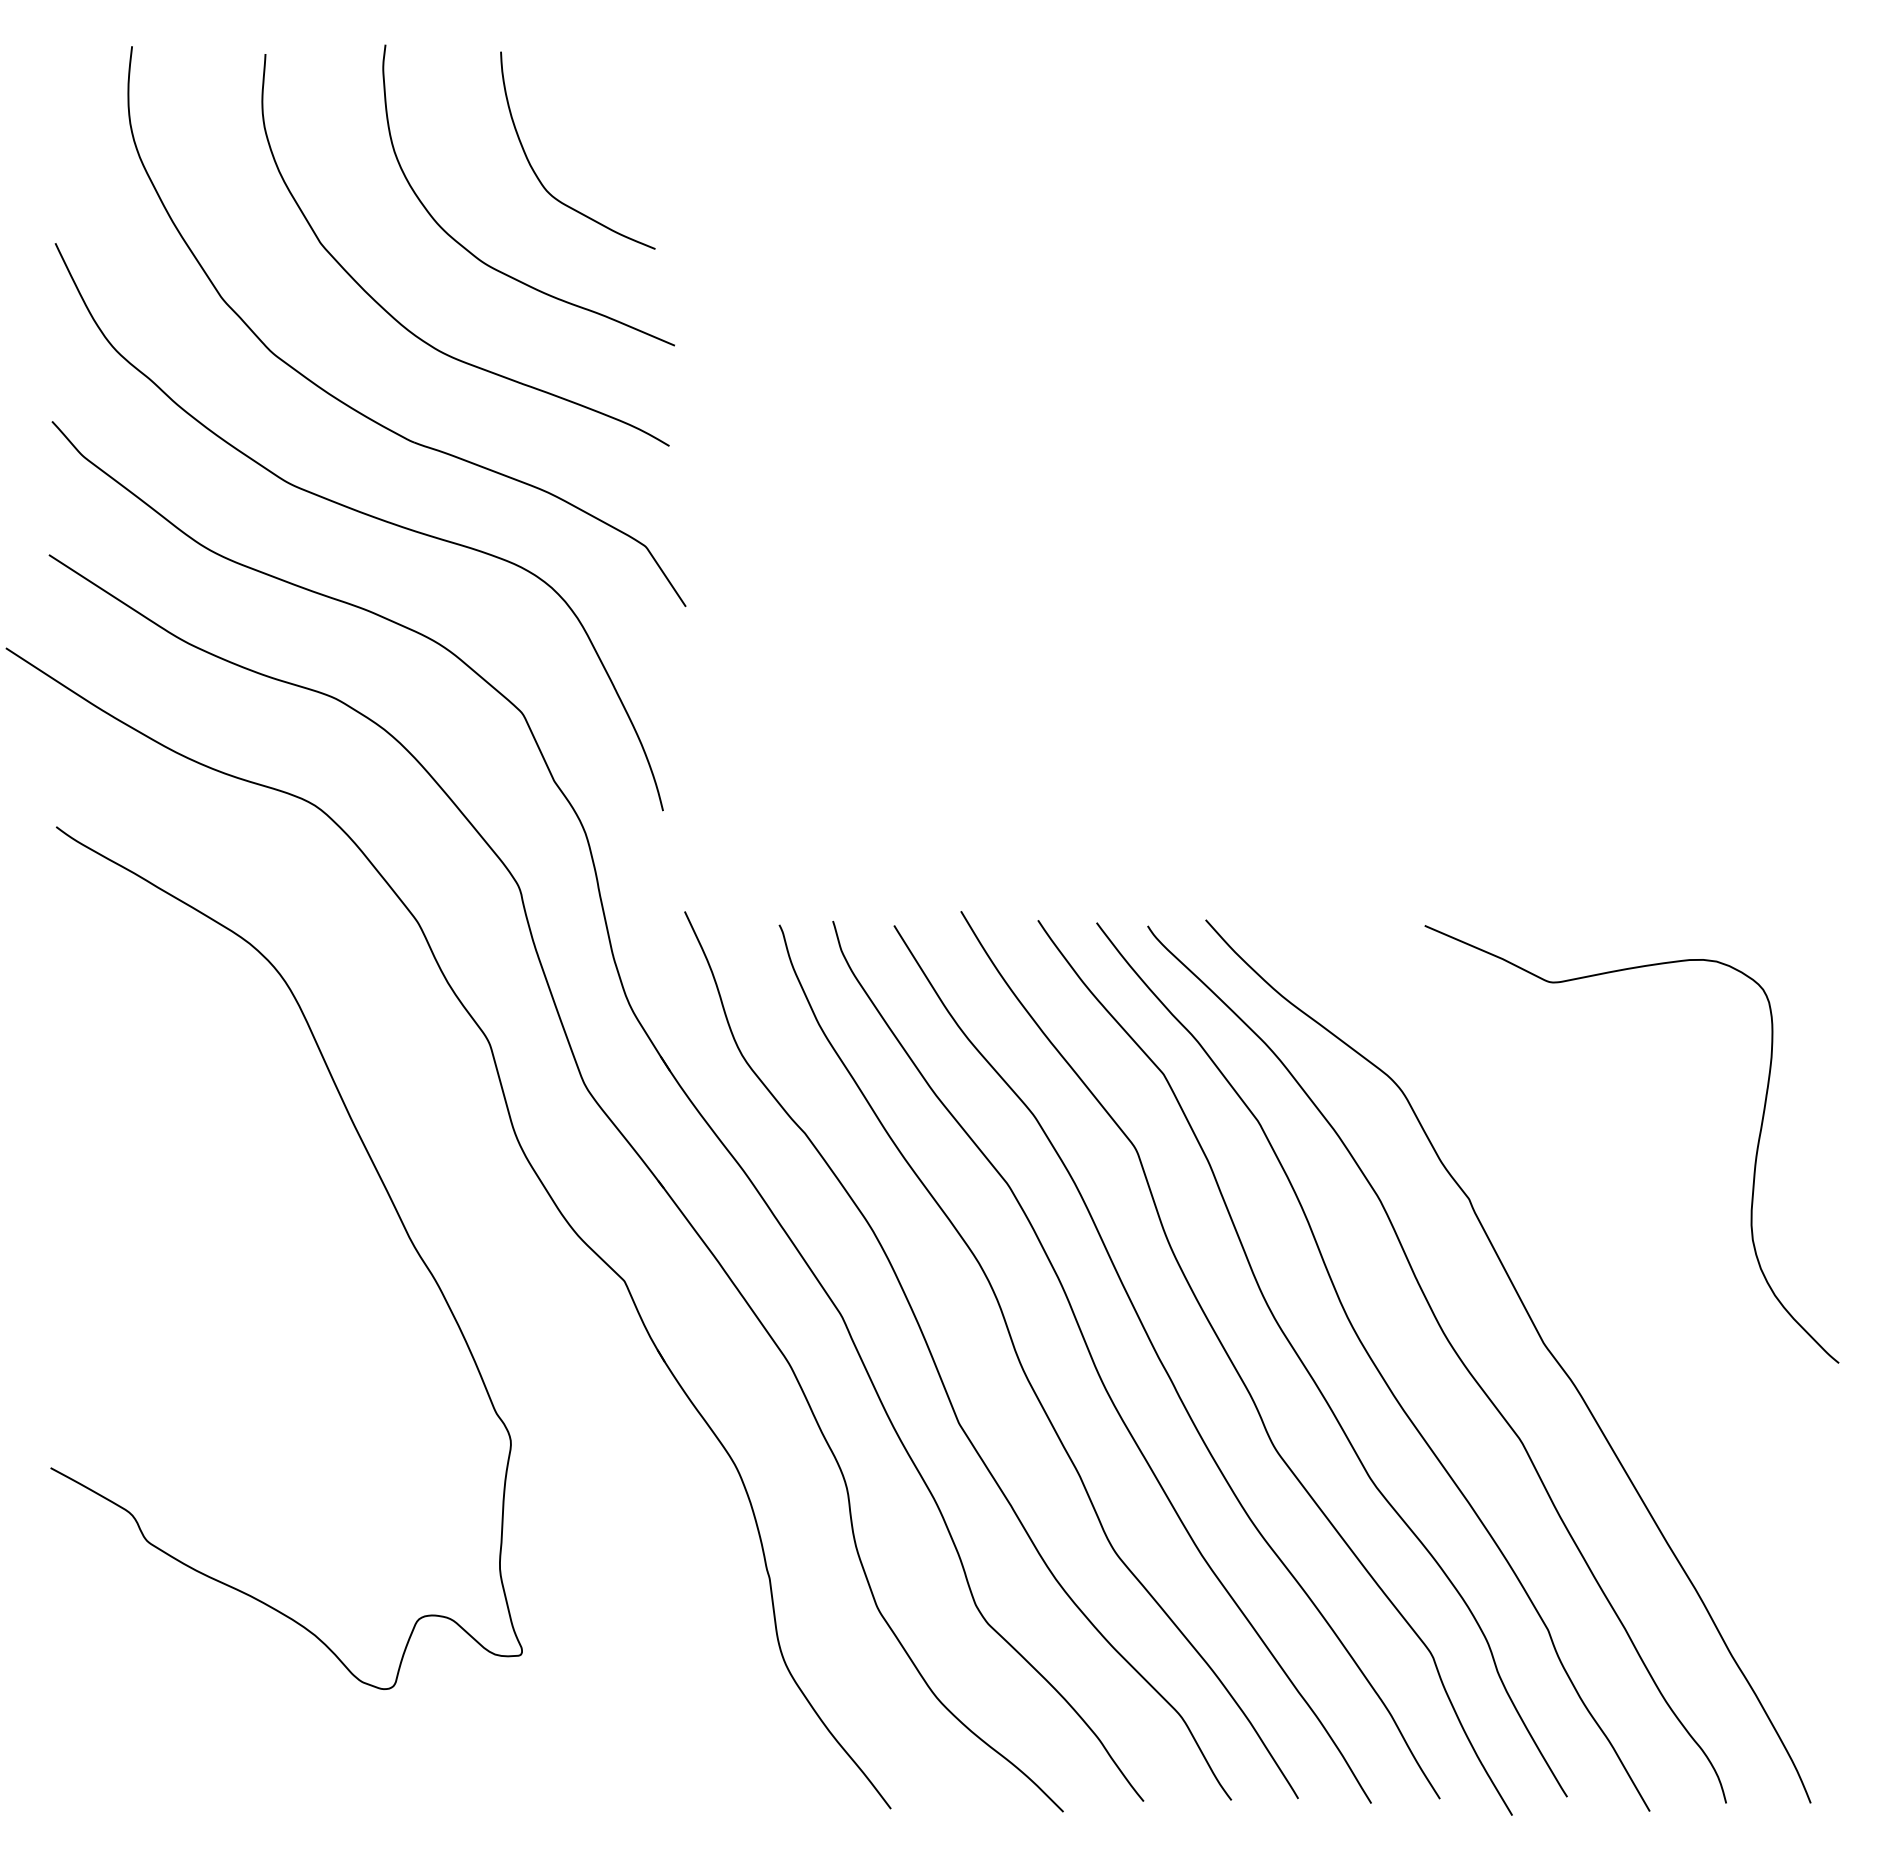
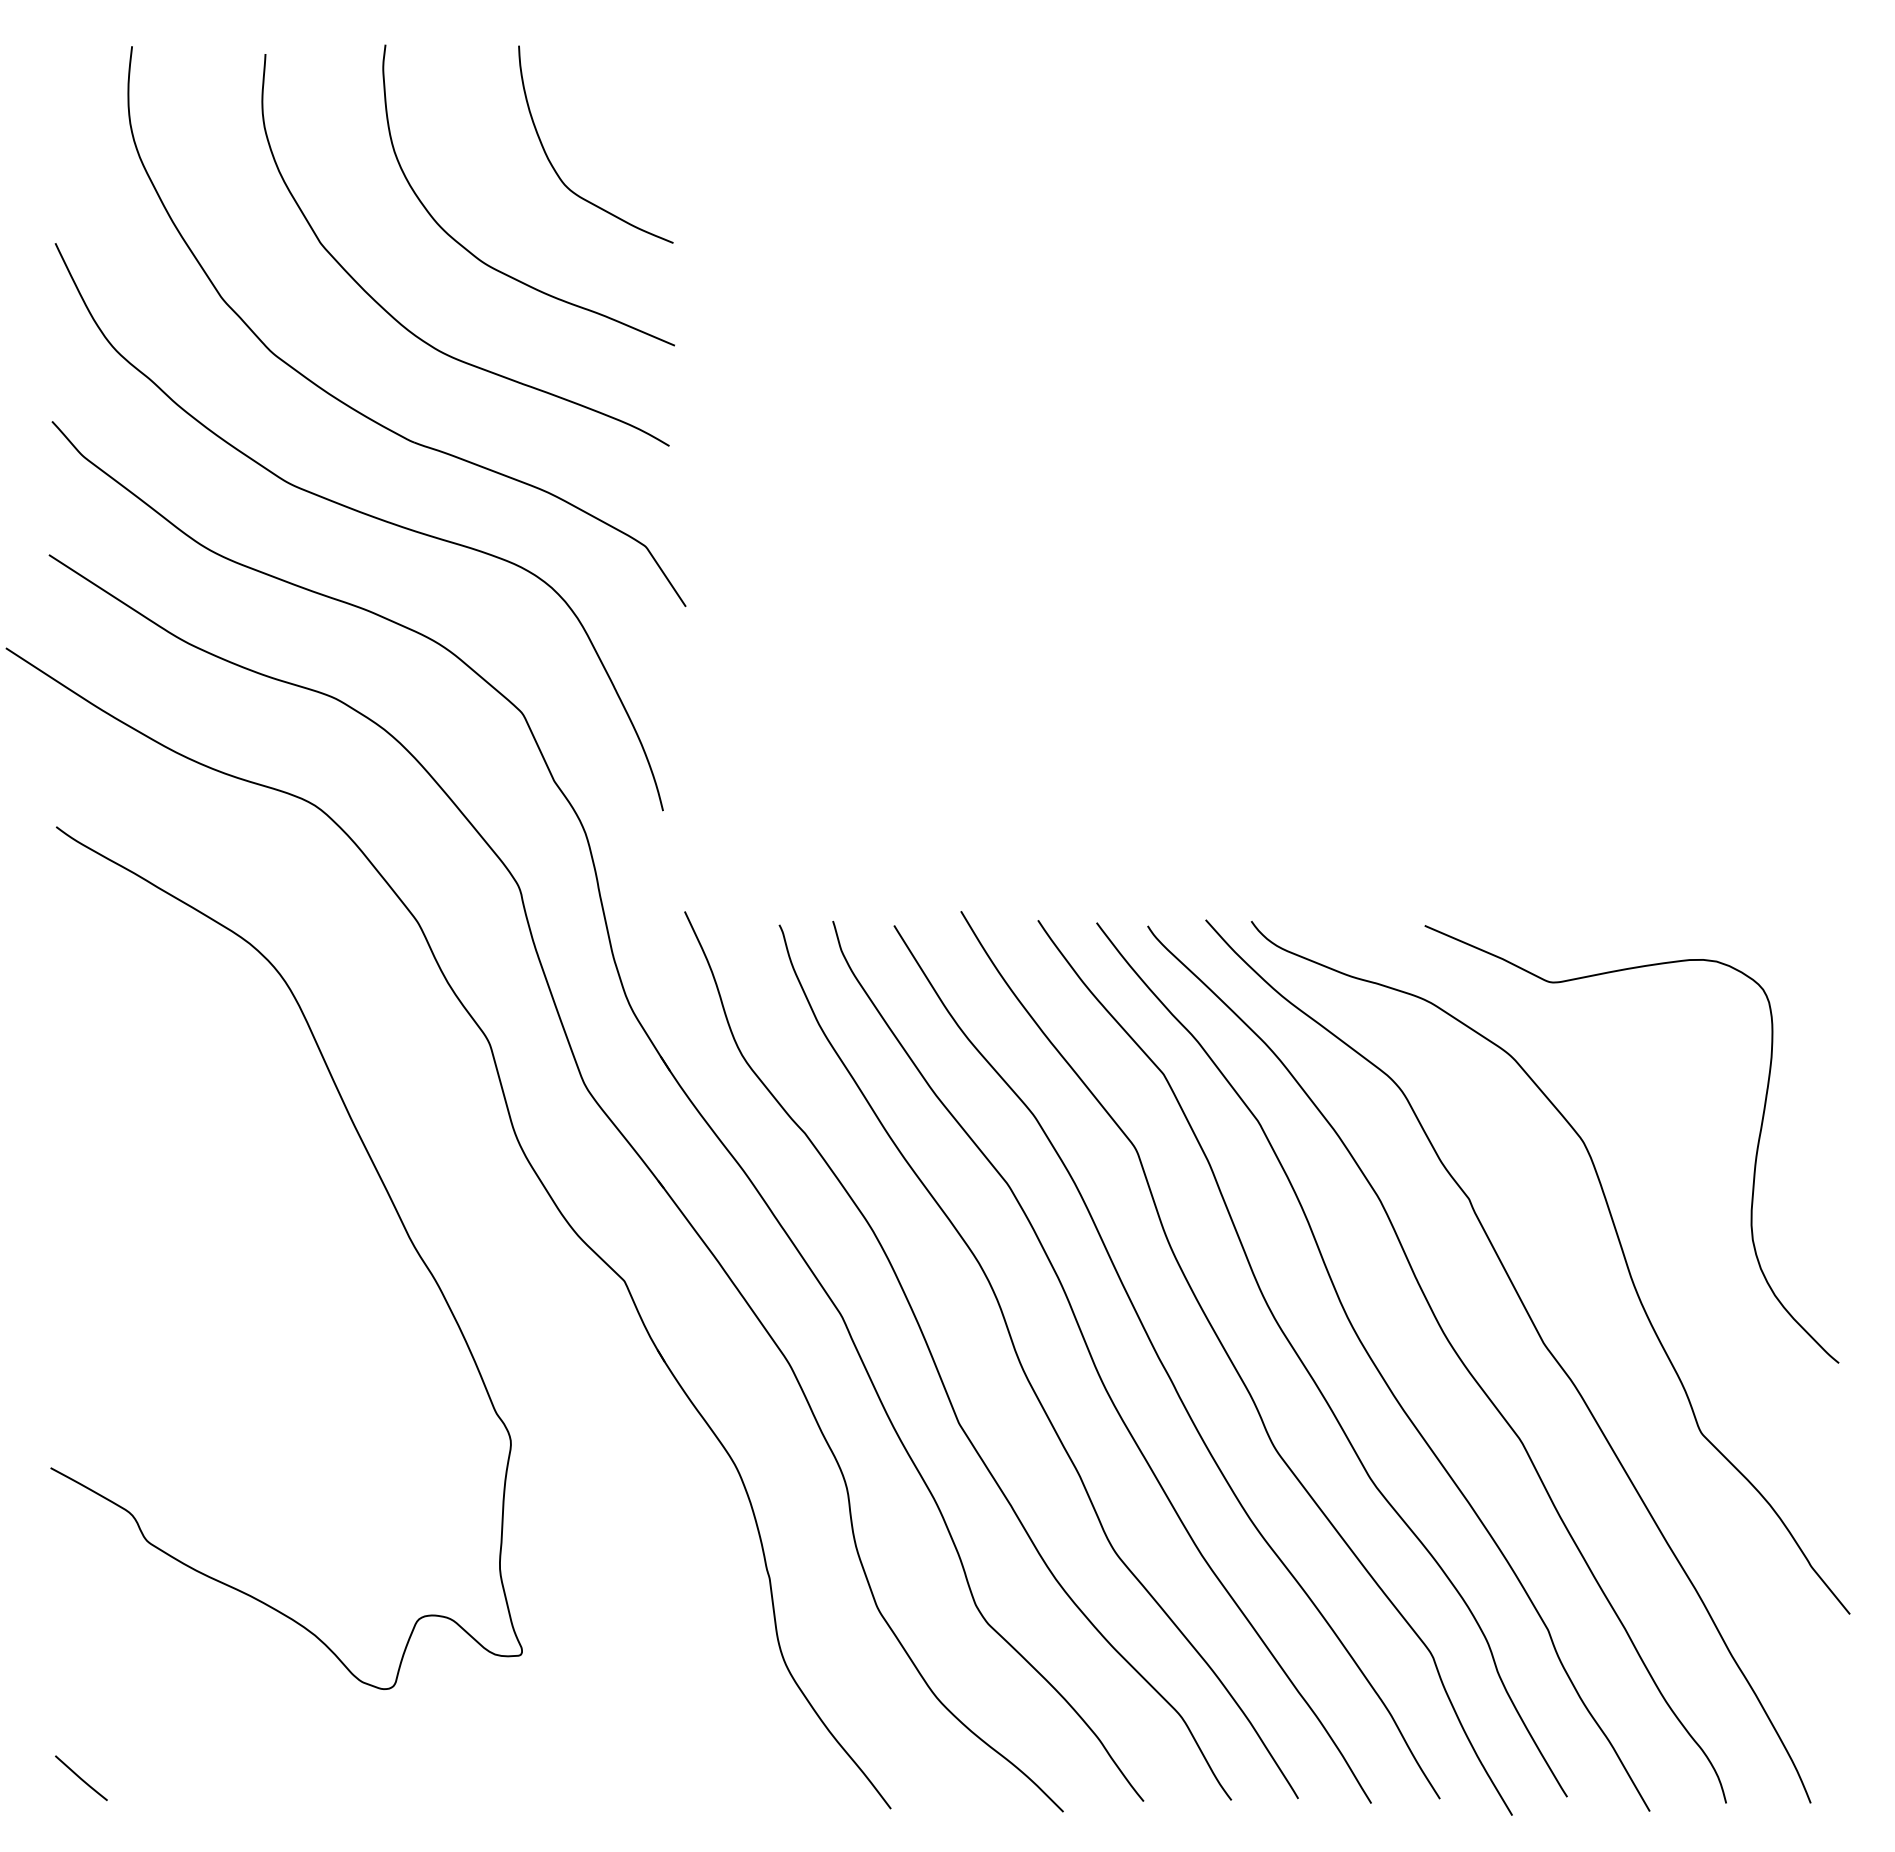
curve at (536, 173) position: (536, 173) -> (554, 167)
curve at (1619, 1245): none -> present
line at (81, 1777): none -> present
